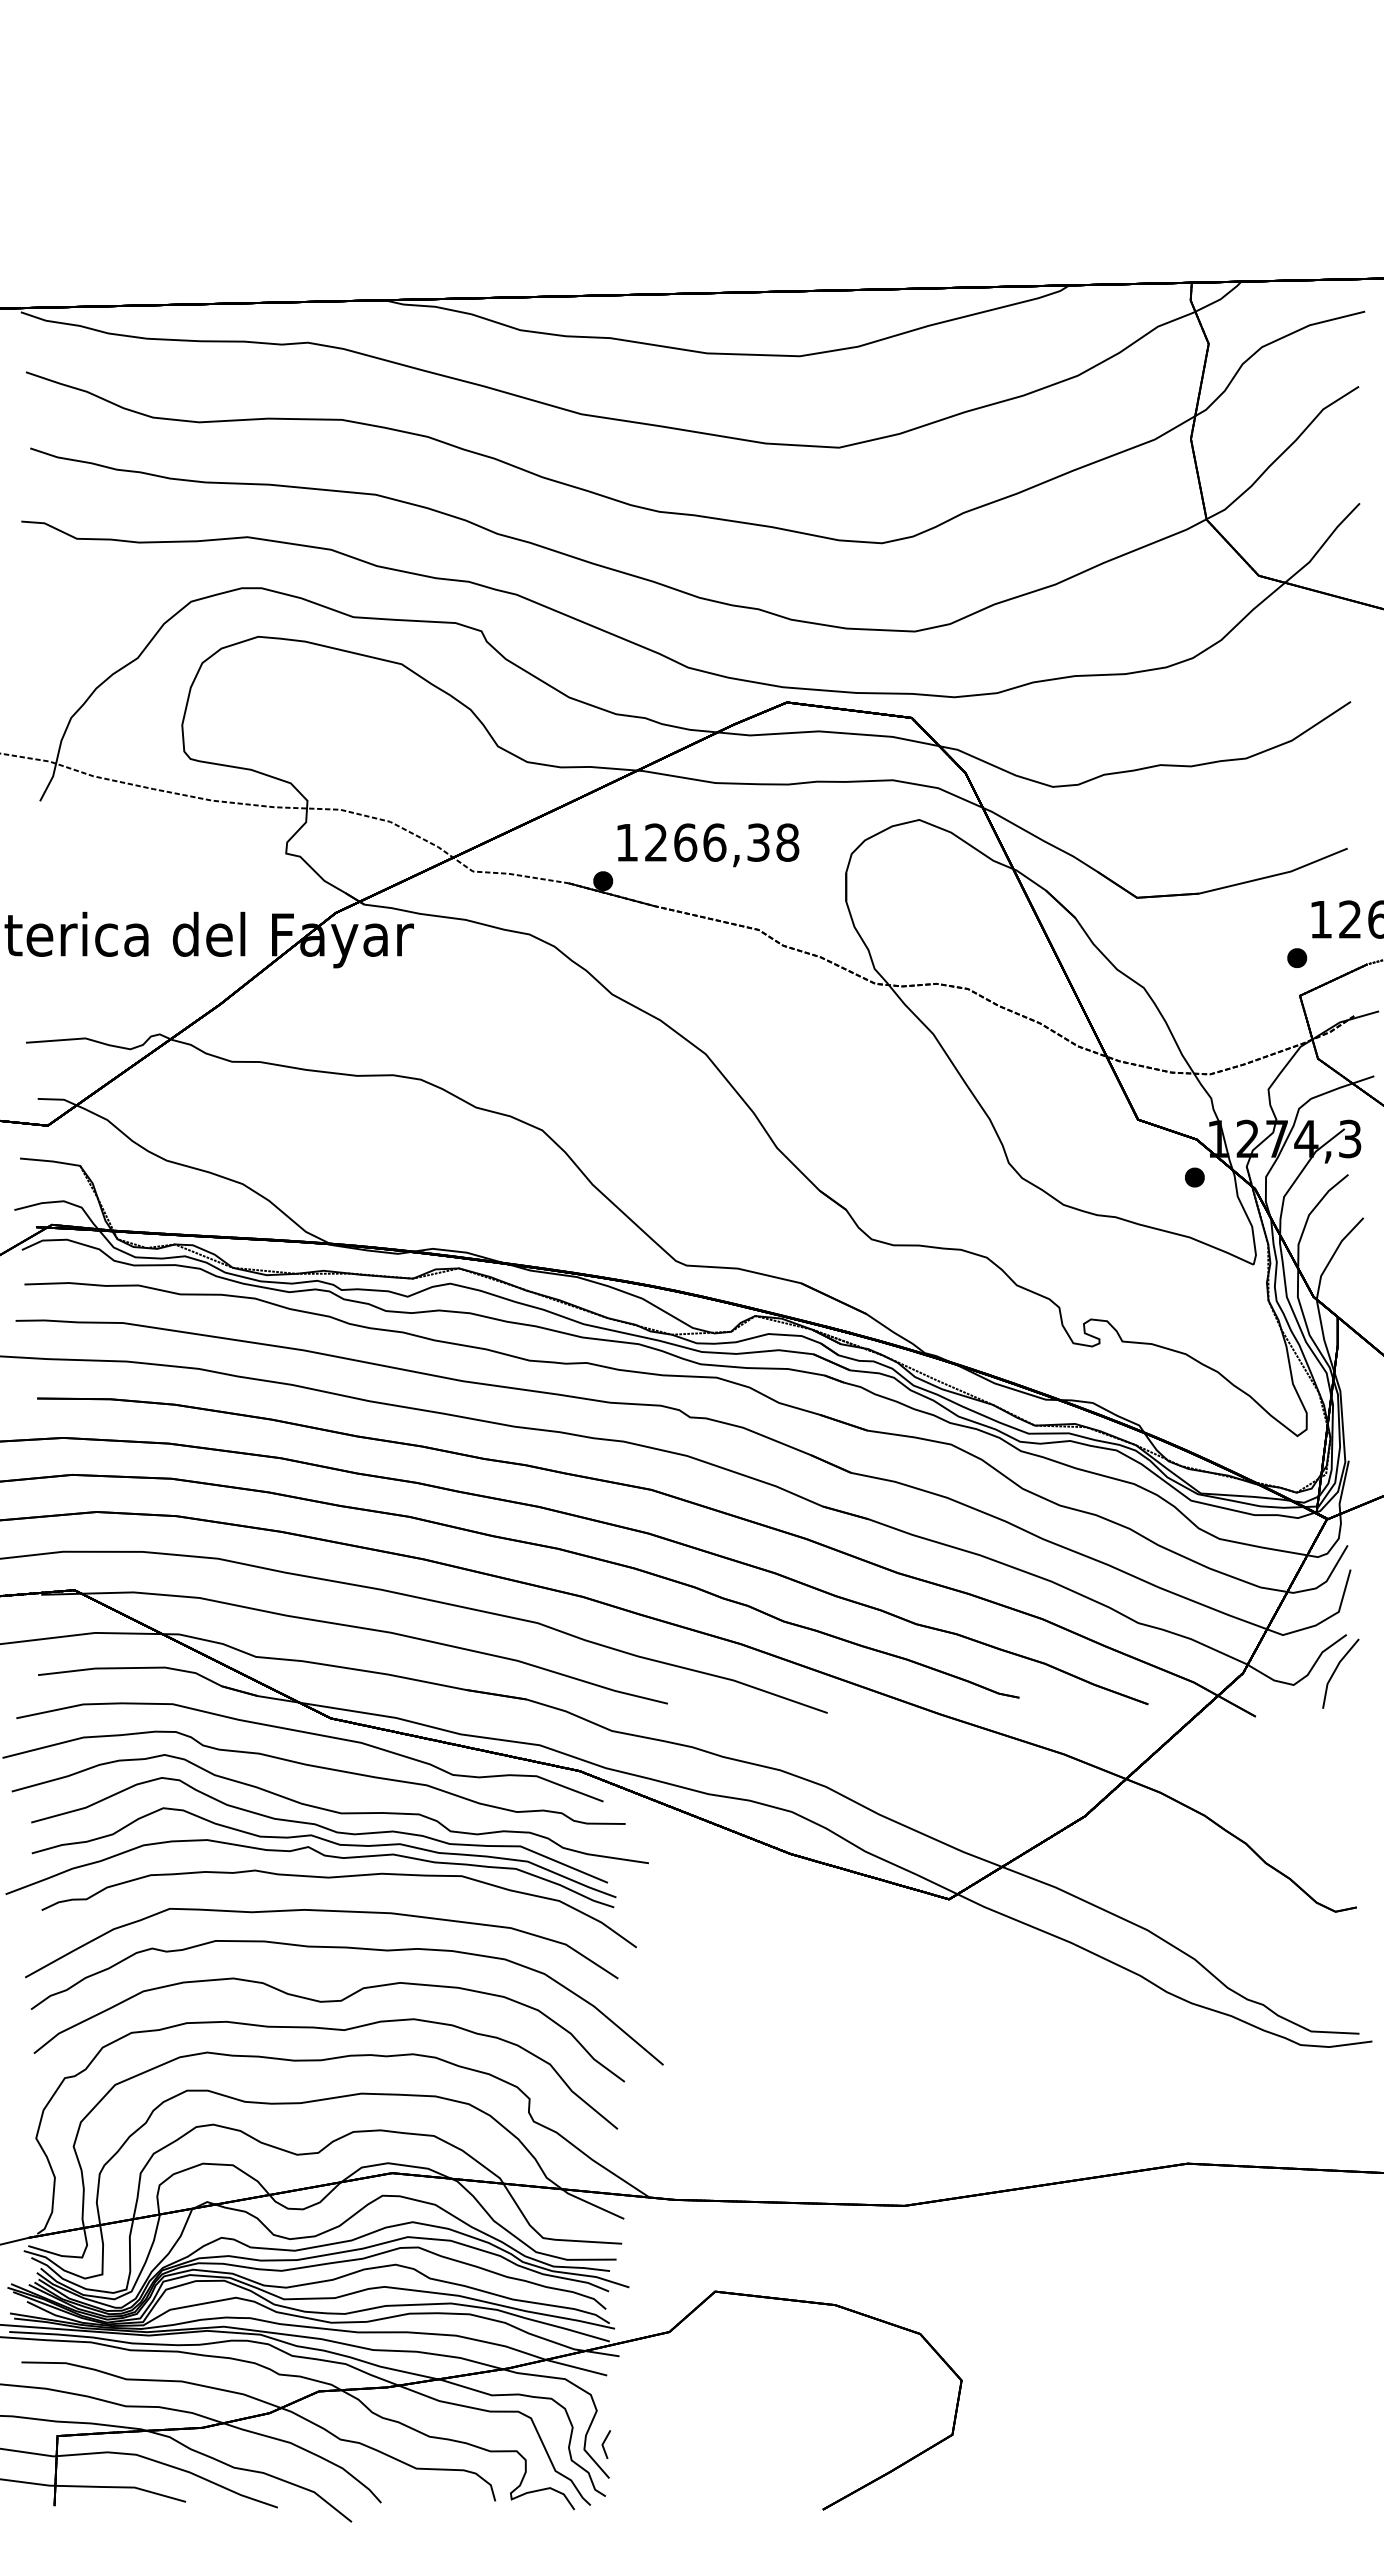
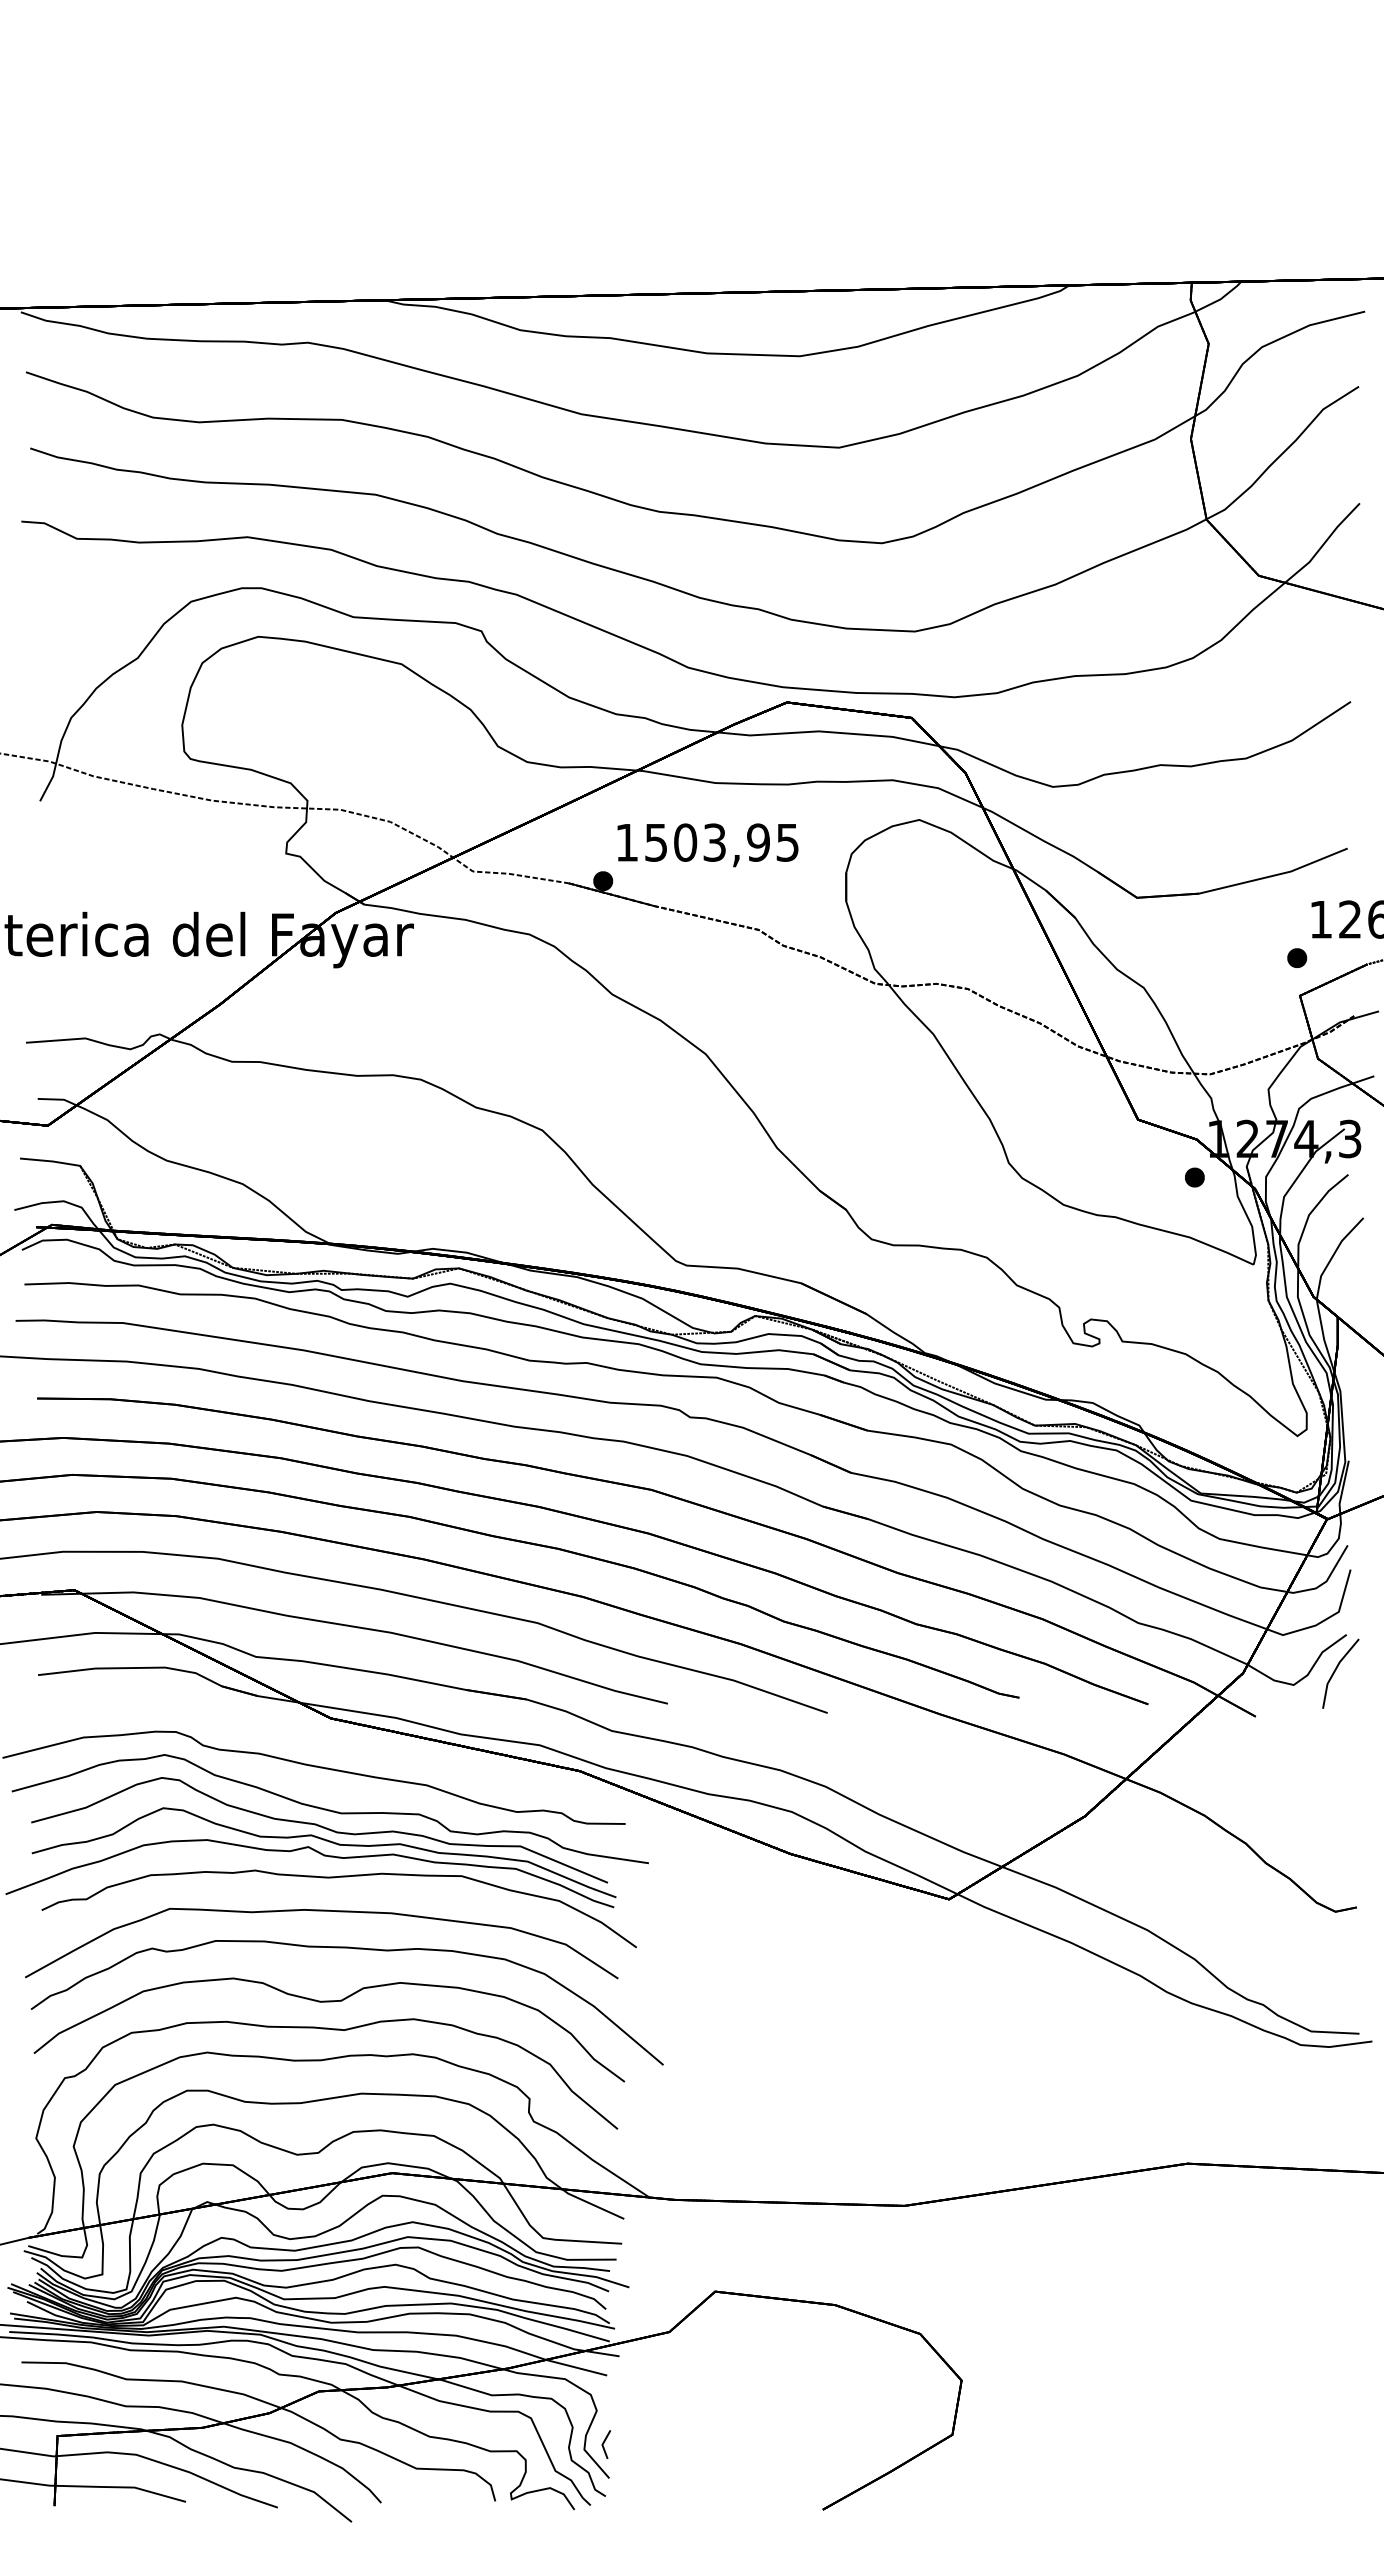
text at (722, 842): 1266,38 -> 1503,95
part at (310, 1734): present -> none
